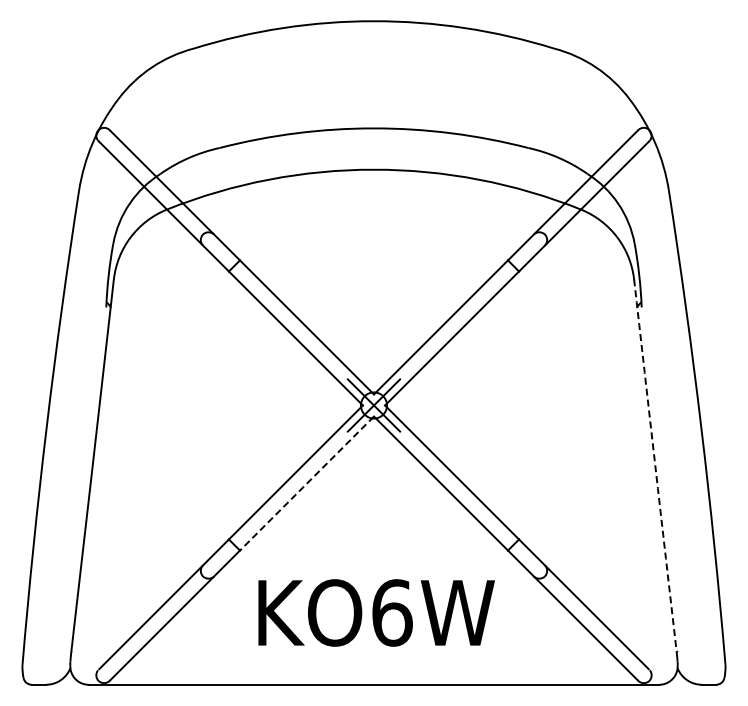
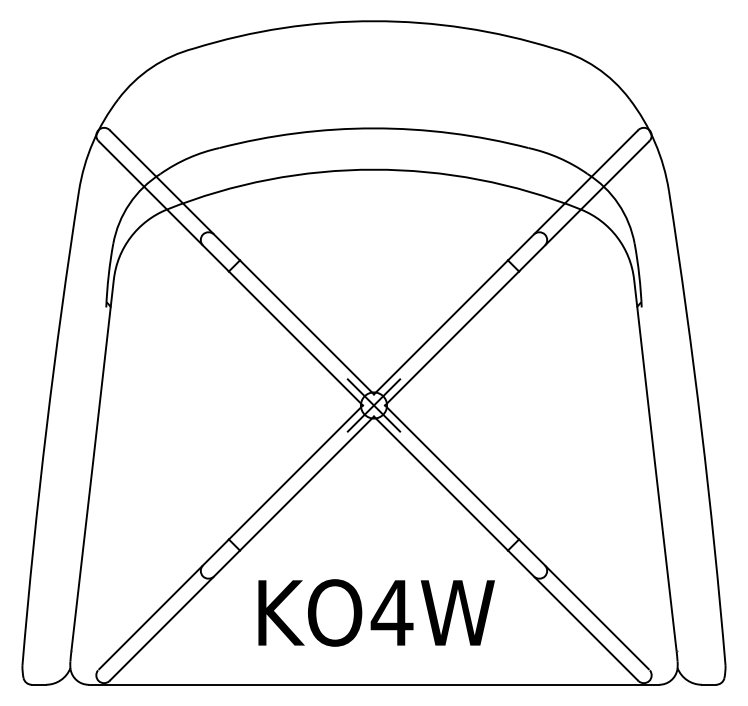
arc at (655, 465): dashed -> solid
line at (306, 483): dashed -> solid
text at (391, 612): KO6W -> KO4W
